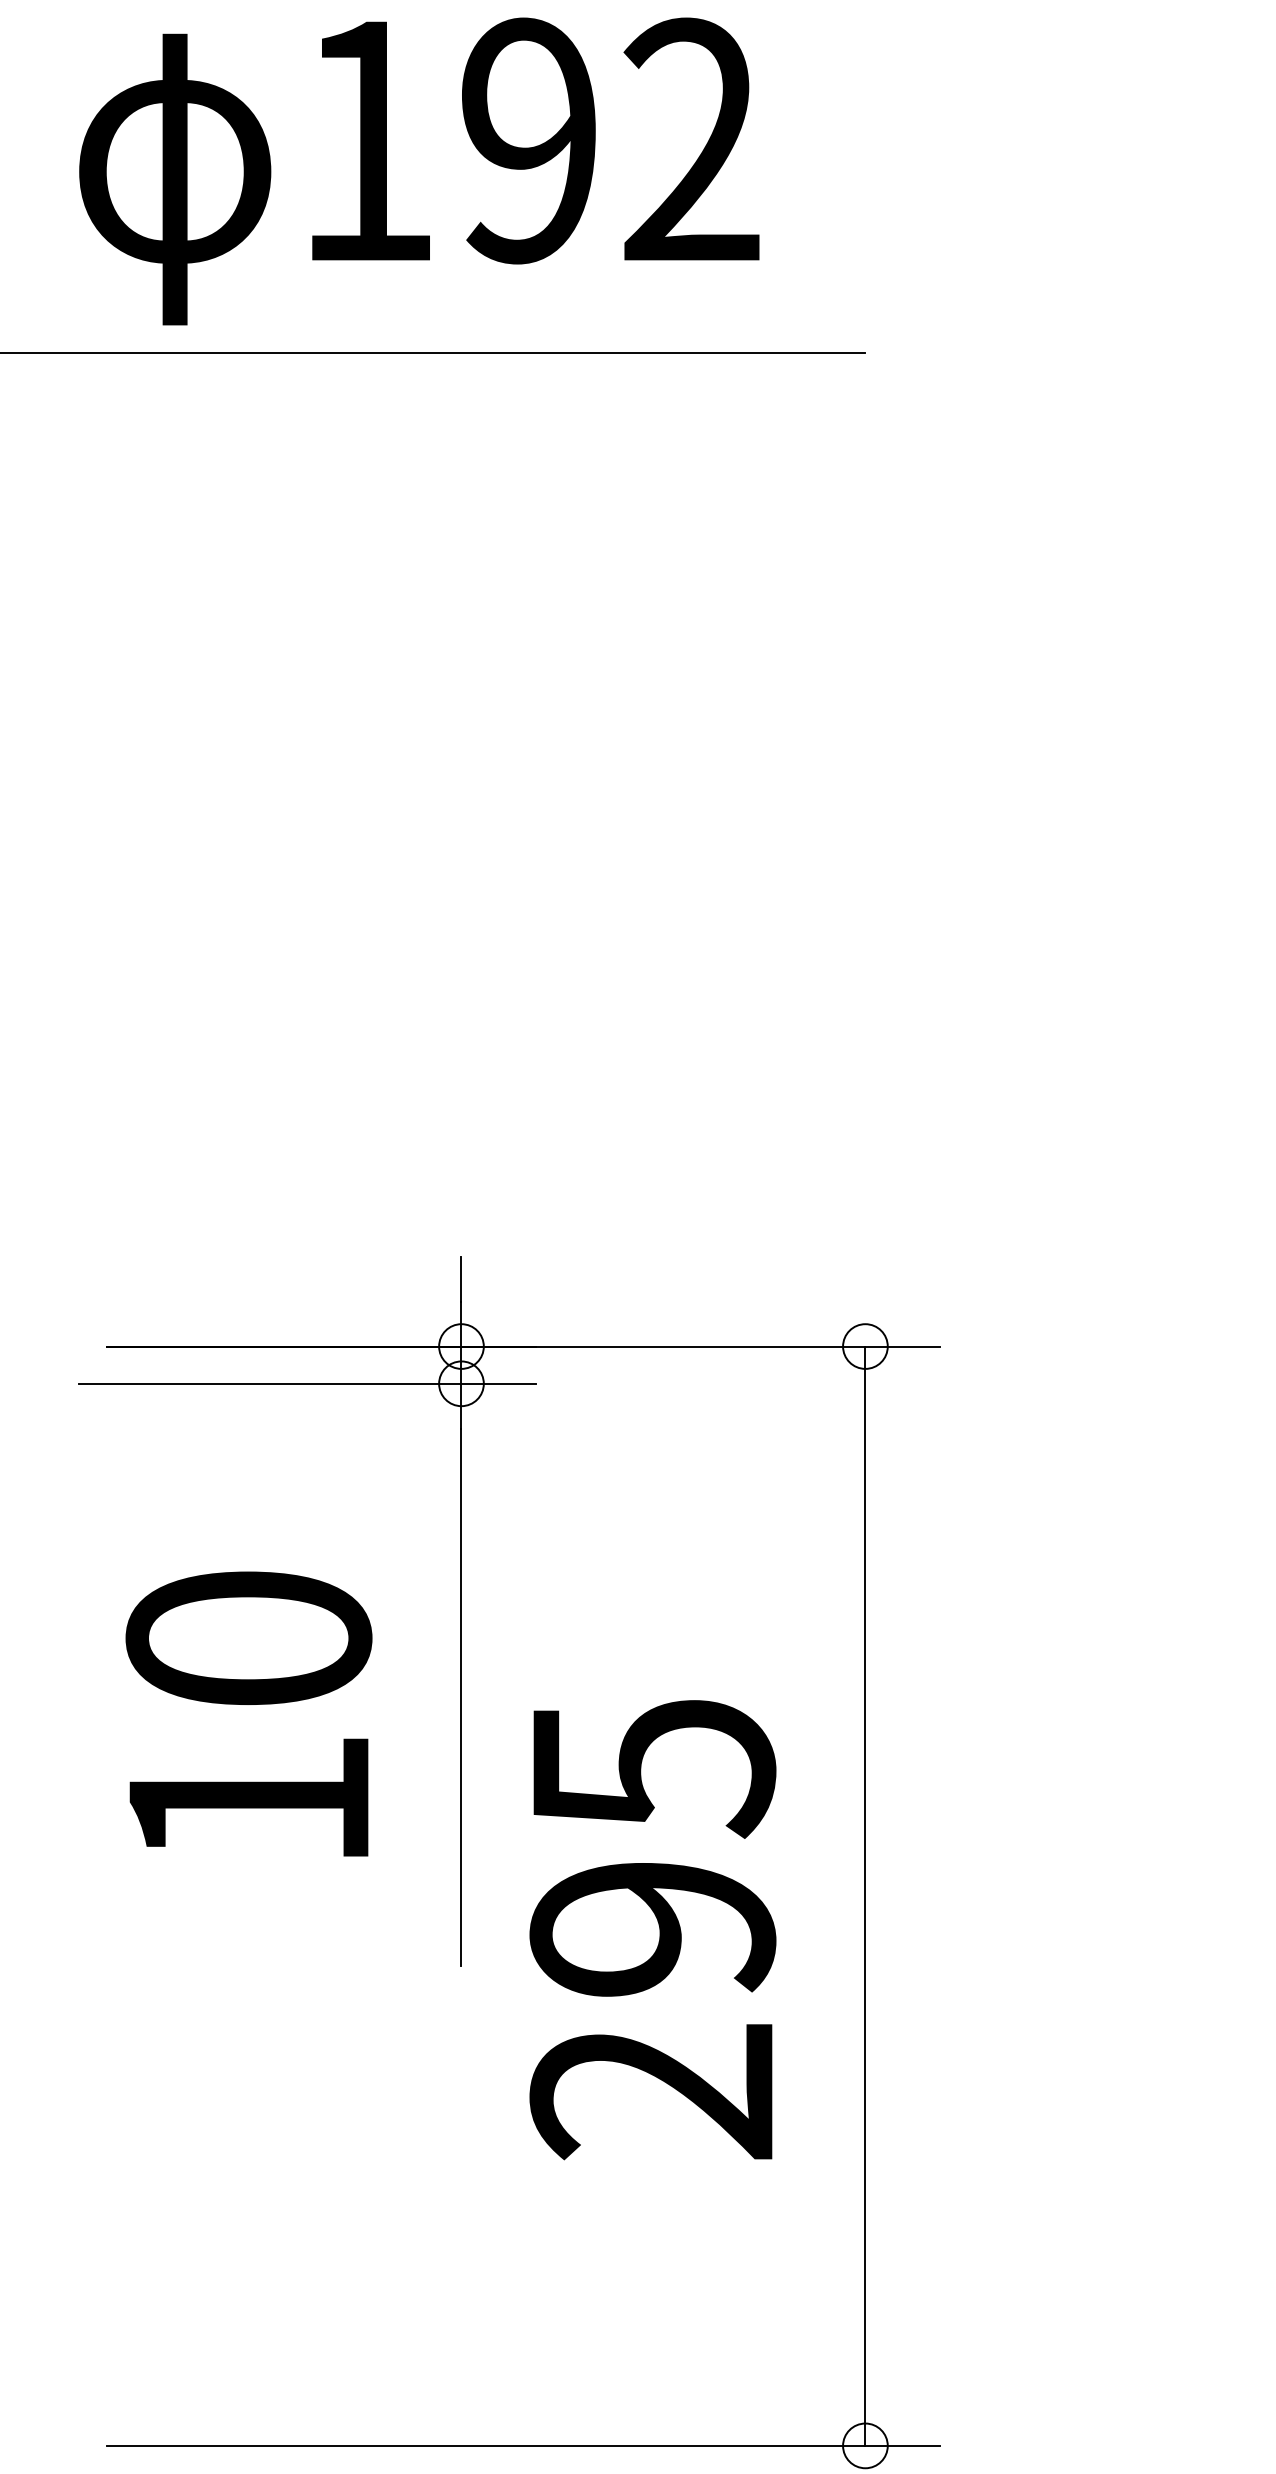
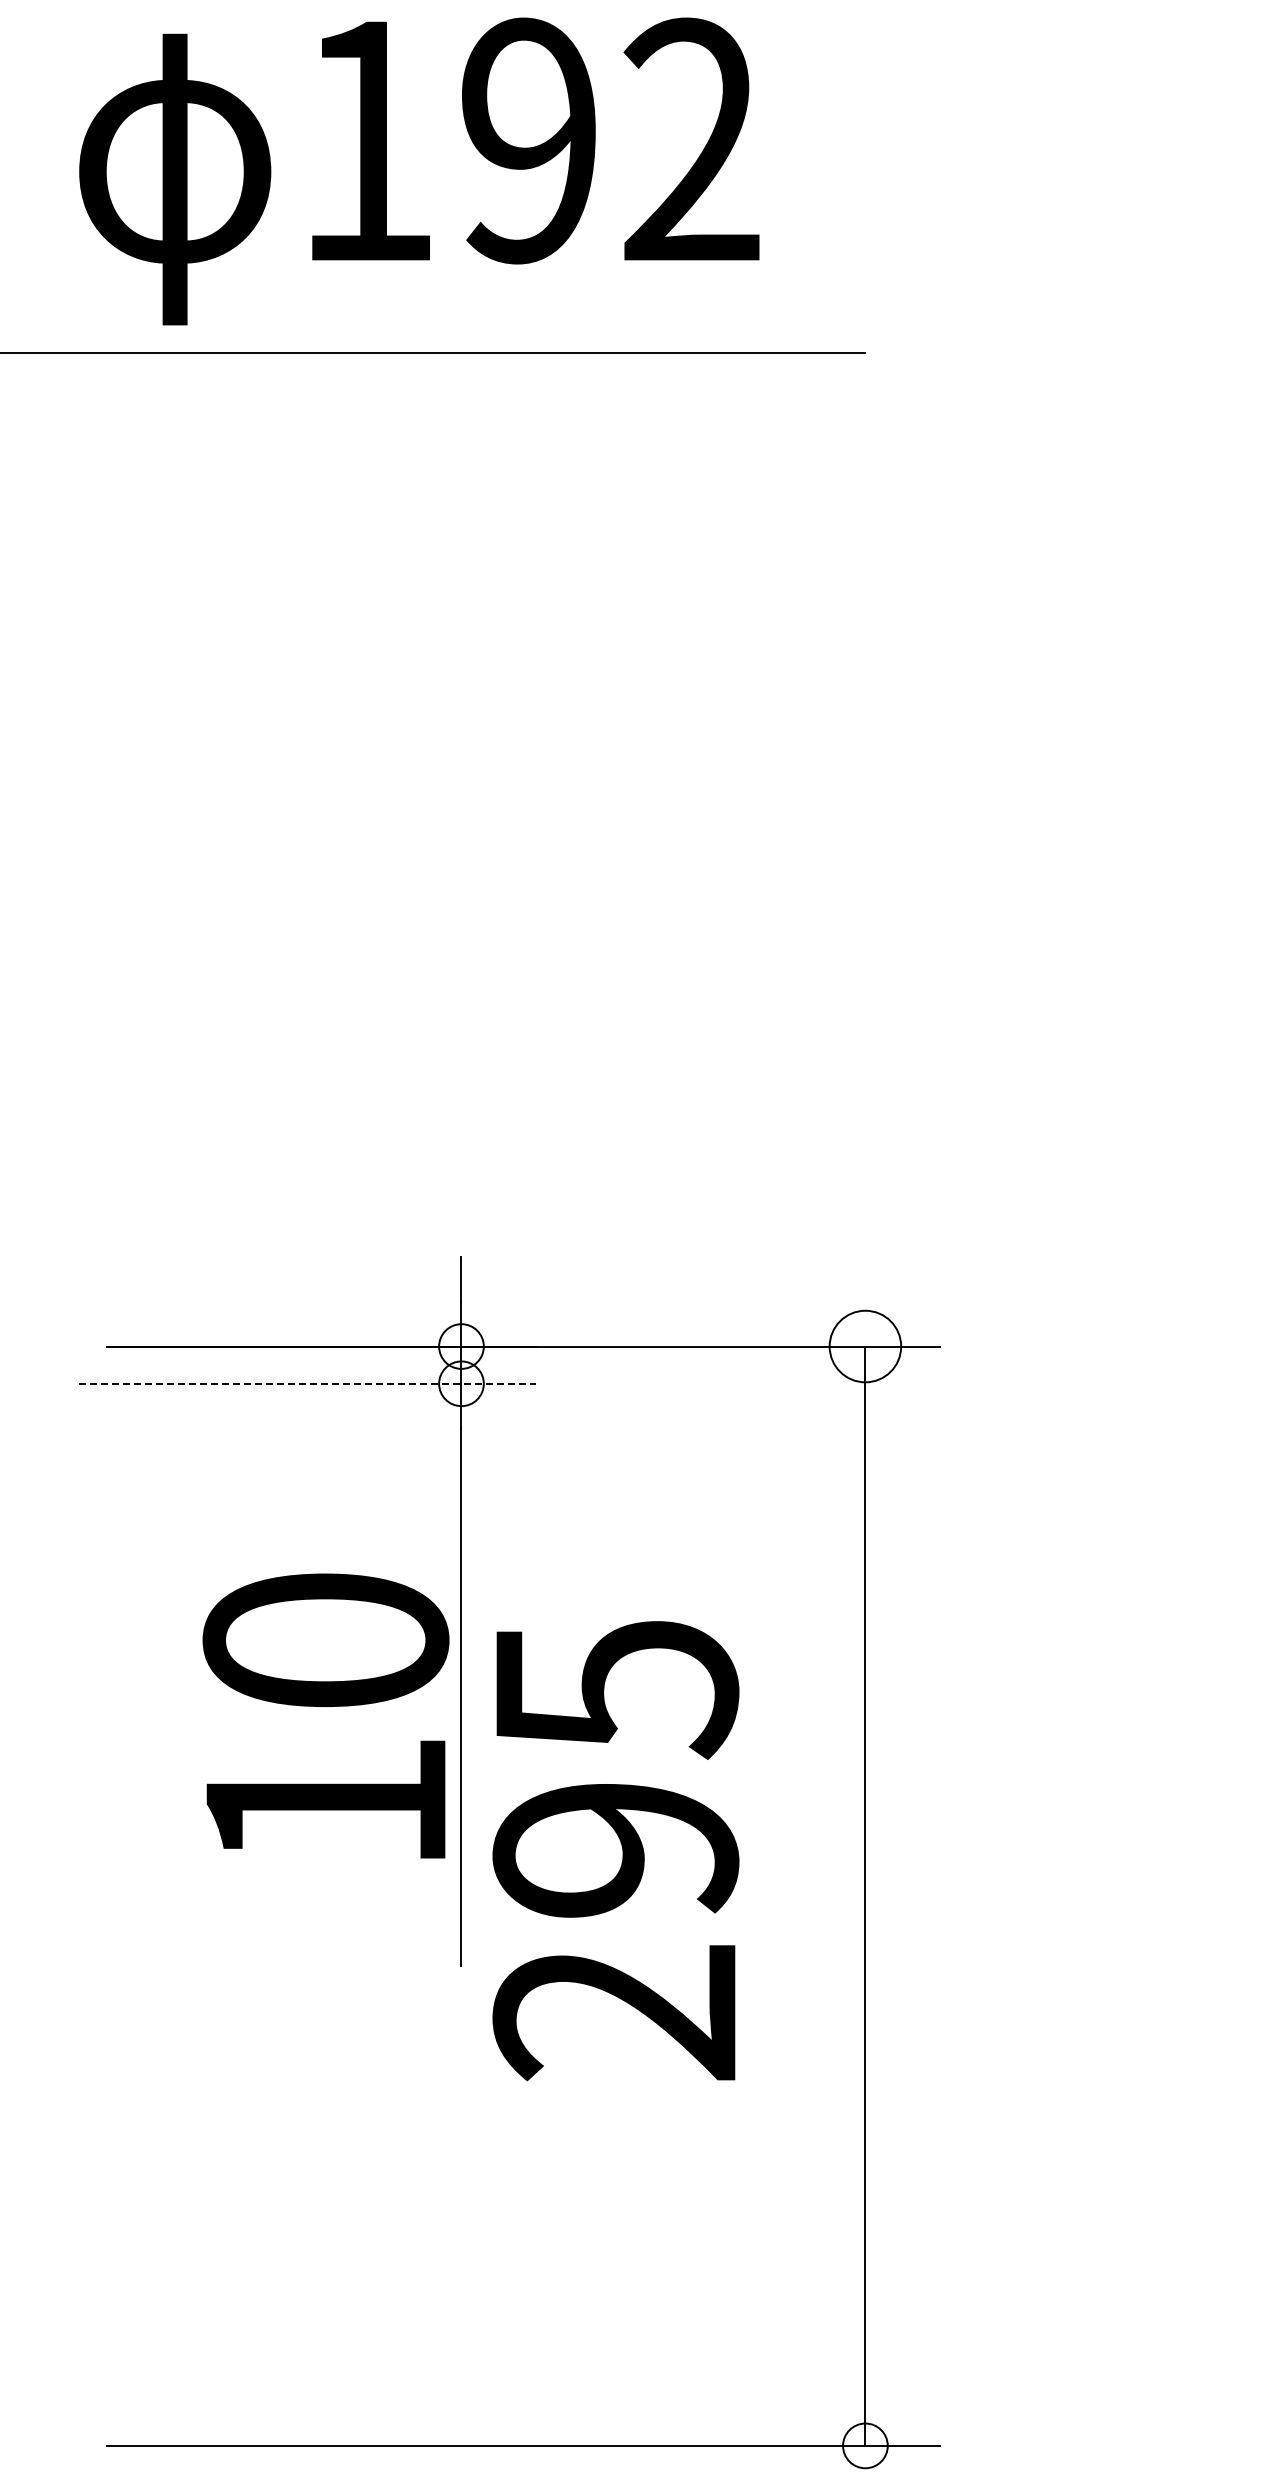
circle at (865, 1346) diameter: 45 px -> 72 px
line at (307, 1383): solid -> dashed
text at (248, 1713) position: (248, 1713) -> (325, 1715)
text at (652, 1930) position: (652, 1930) -> (615, 1851)
